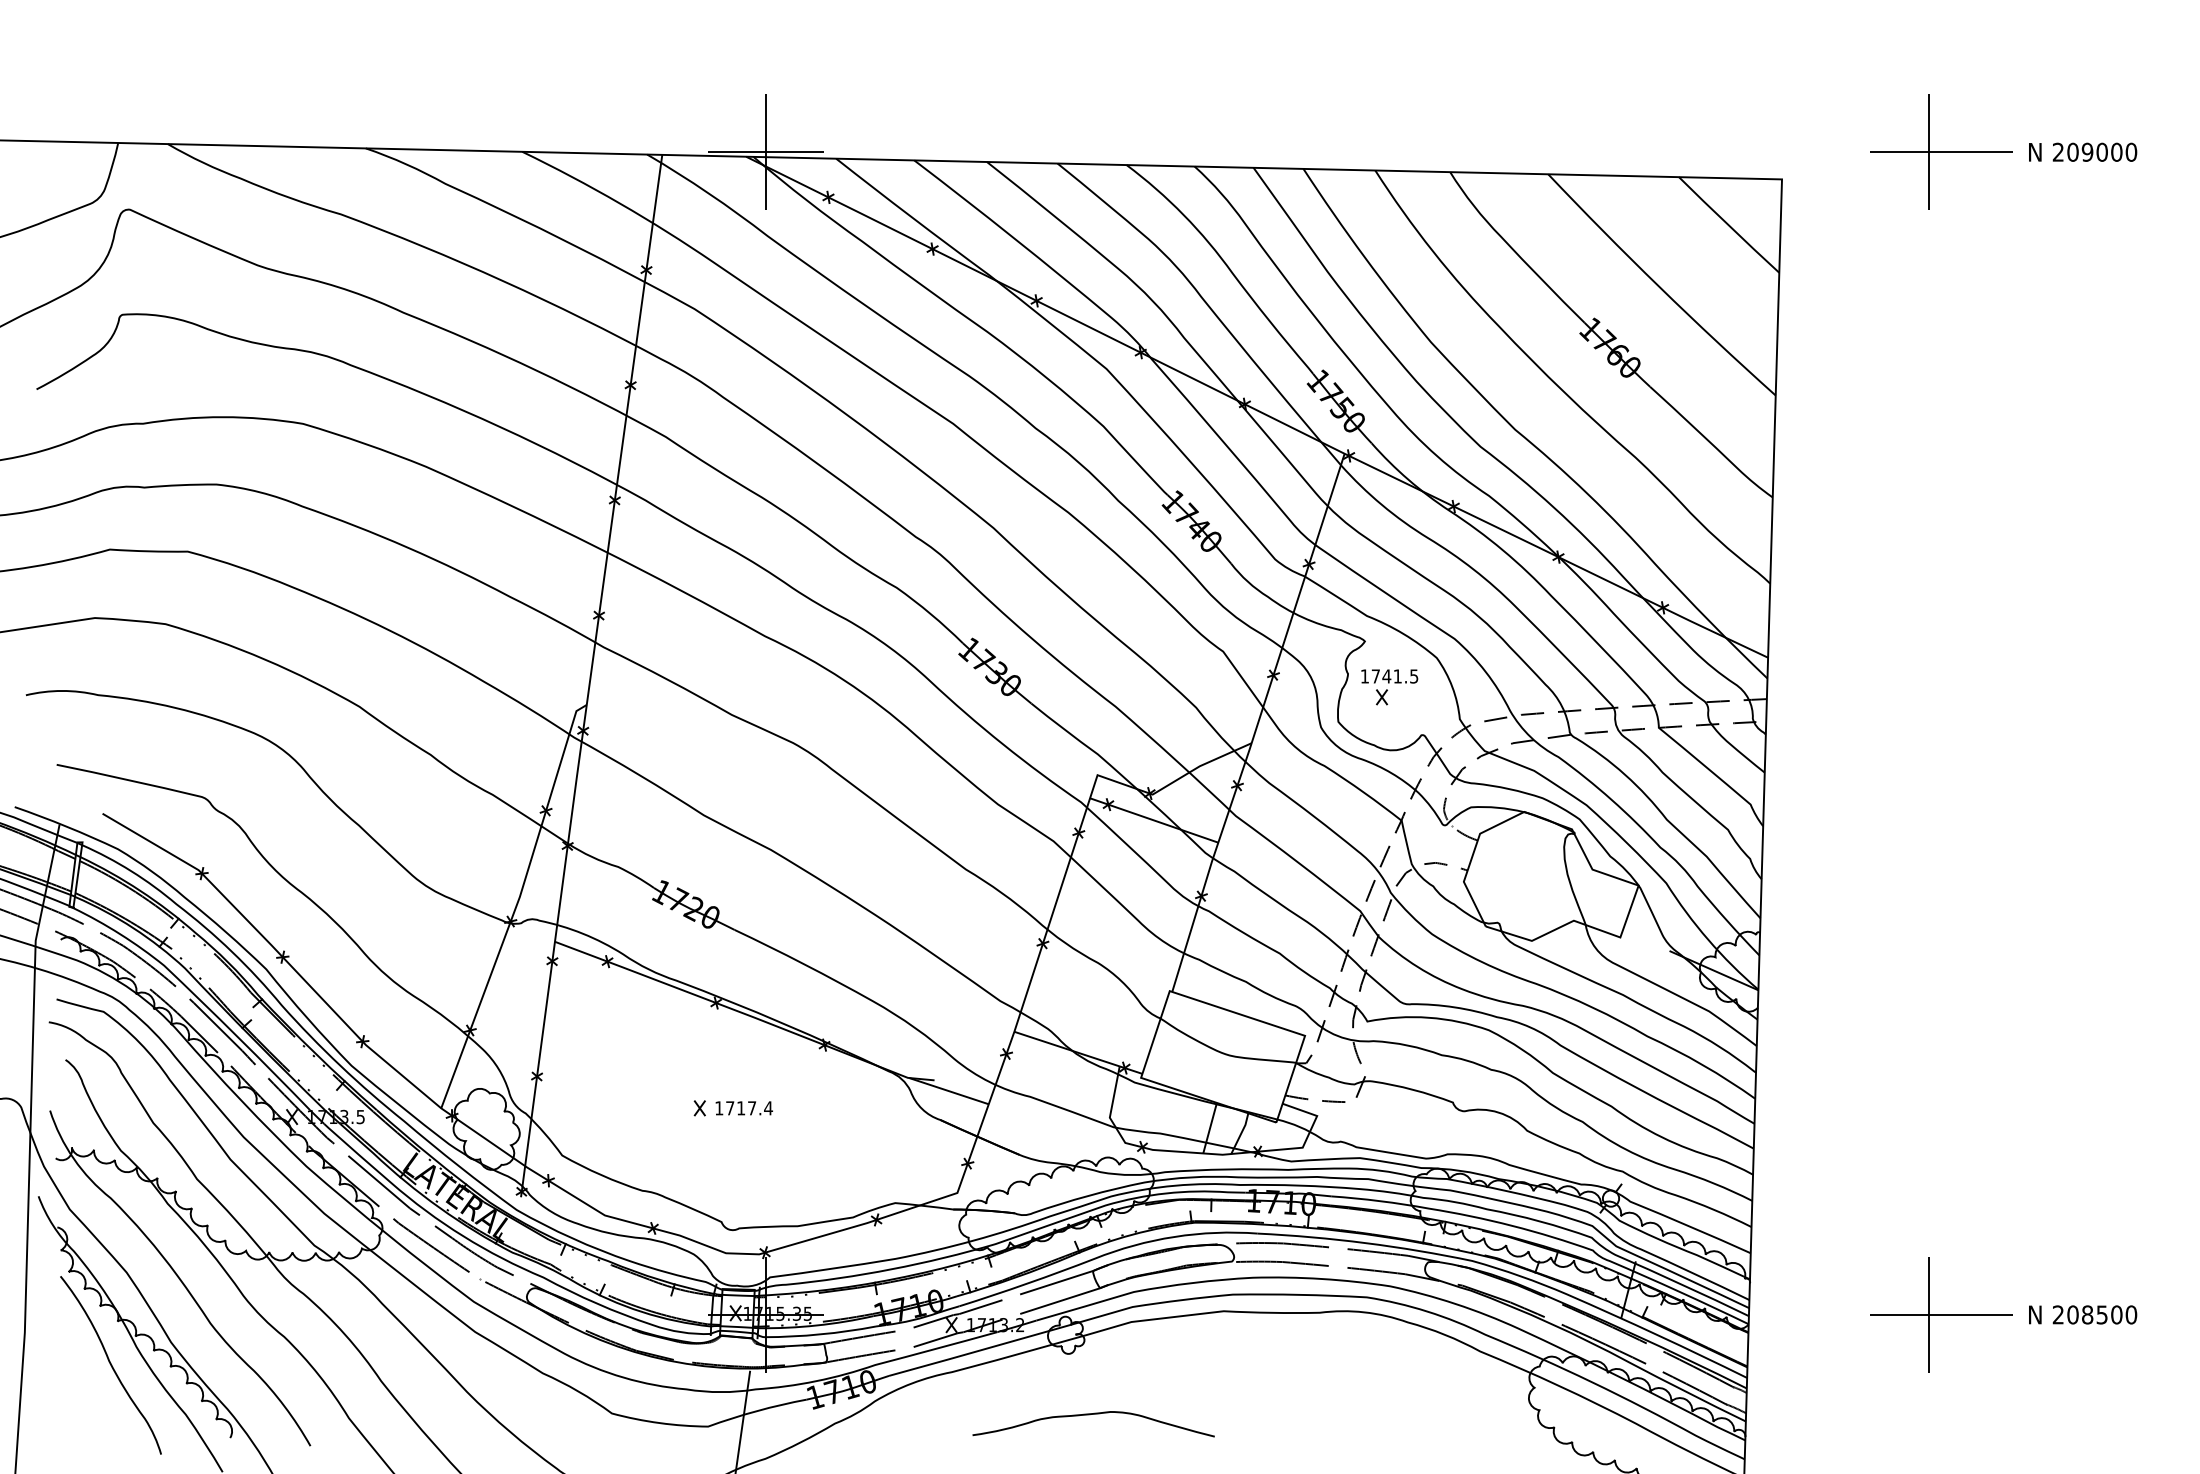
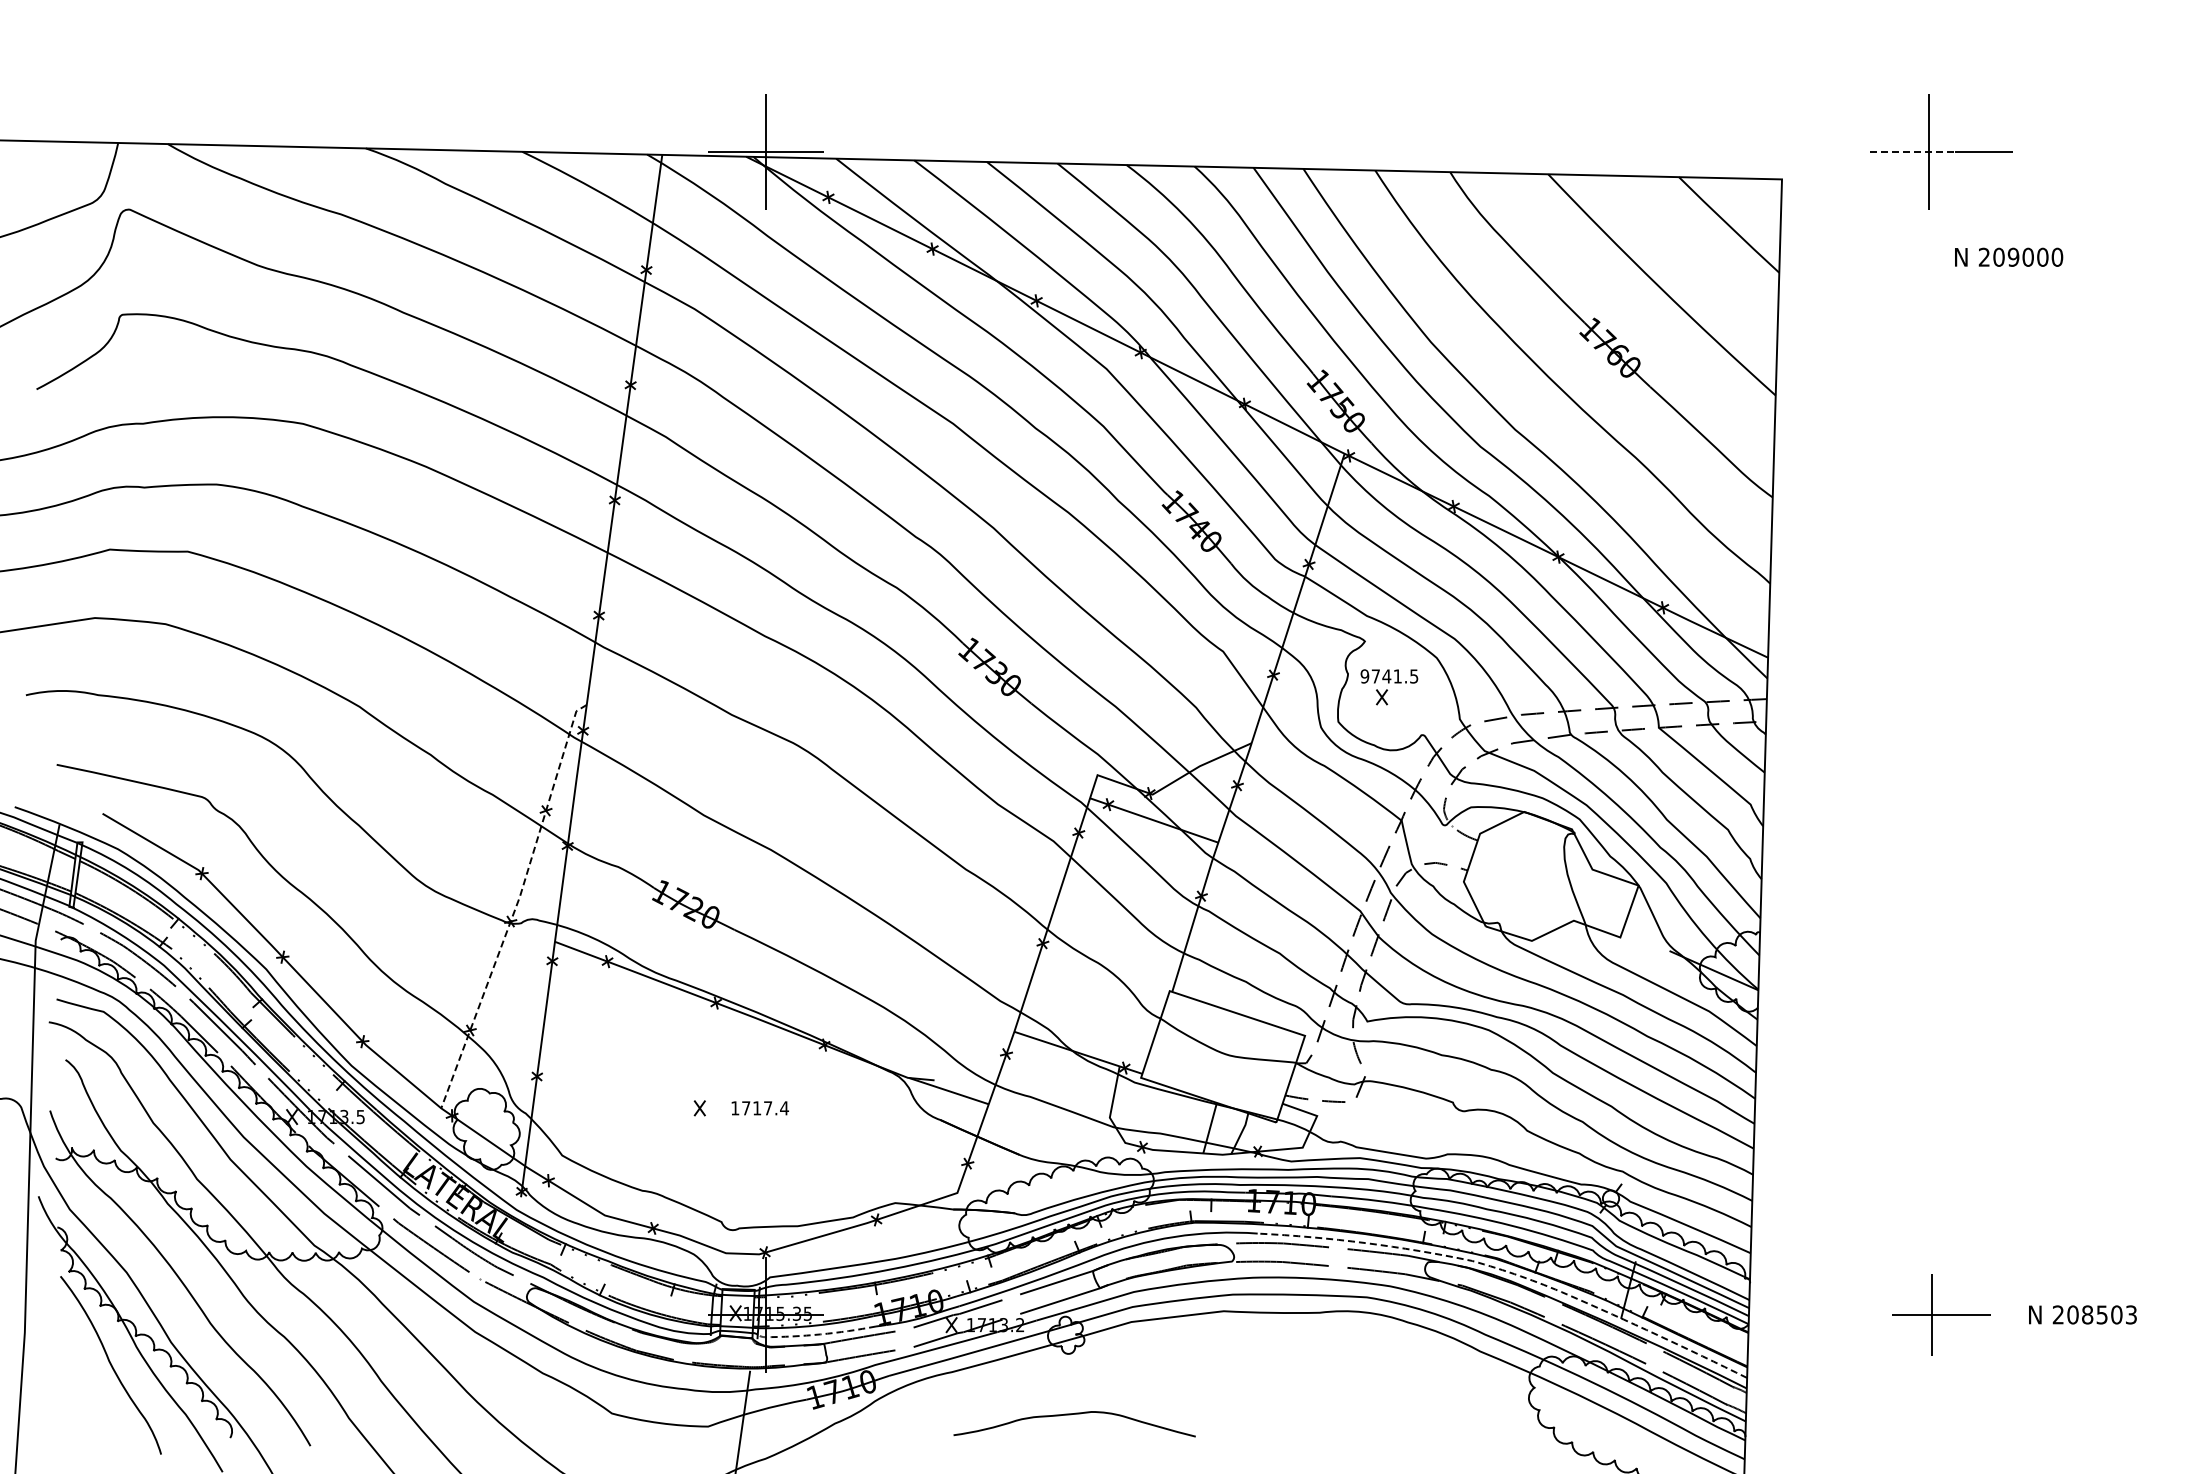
text at (2083, 151) position: (2083, 151) -> (2009, 256)
line at (1913, 152): solid -> dashed
text at (1364, 676): 1741.5 -> 9741.5
line at (517, 904): solid -> dashed
text at (743, 1108) position: (743, 1108) -> (759, 1108)
line at (1507, 1271): solid -> dashed
part at (1941, 1314) size: 143x116 px -> 99x82 px
text at (2131, 1314): 208500 -> 208503
line at (814, 1334): solid -> dashed
curve at (1090, 1415) position: (1090, 1415) -> (1071, 1415)
